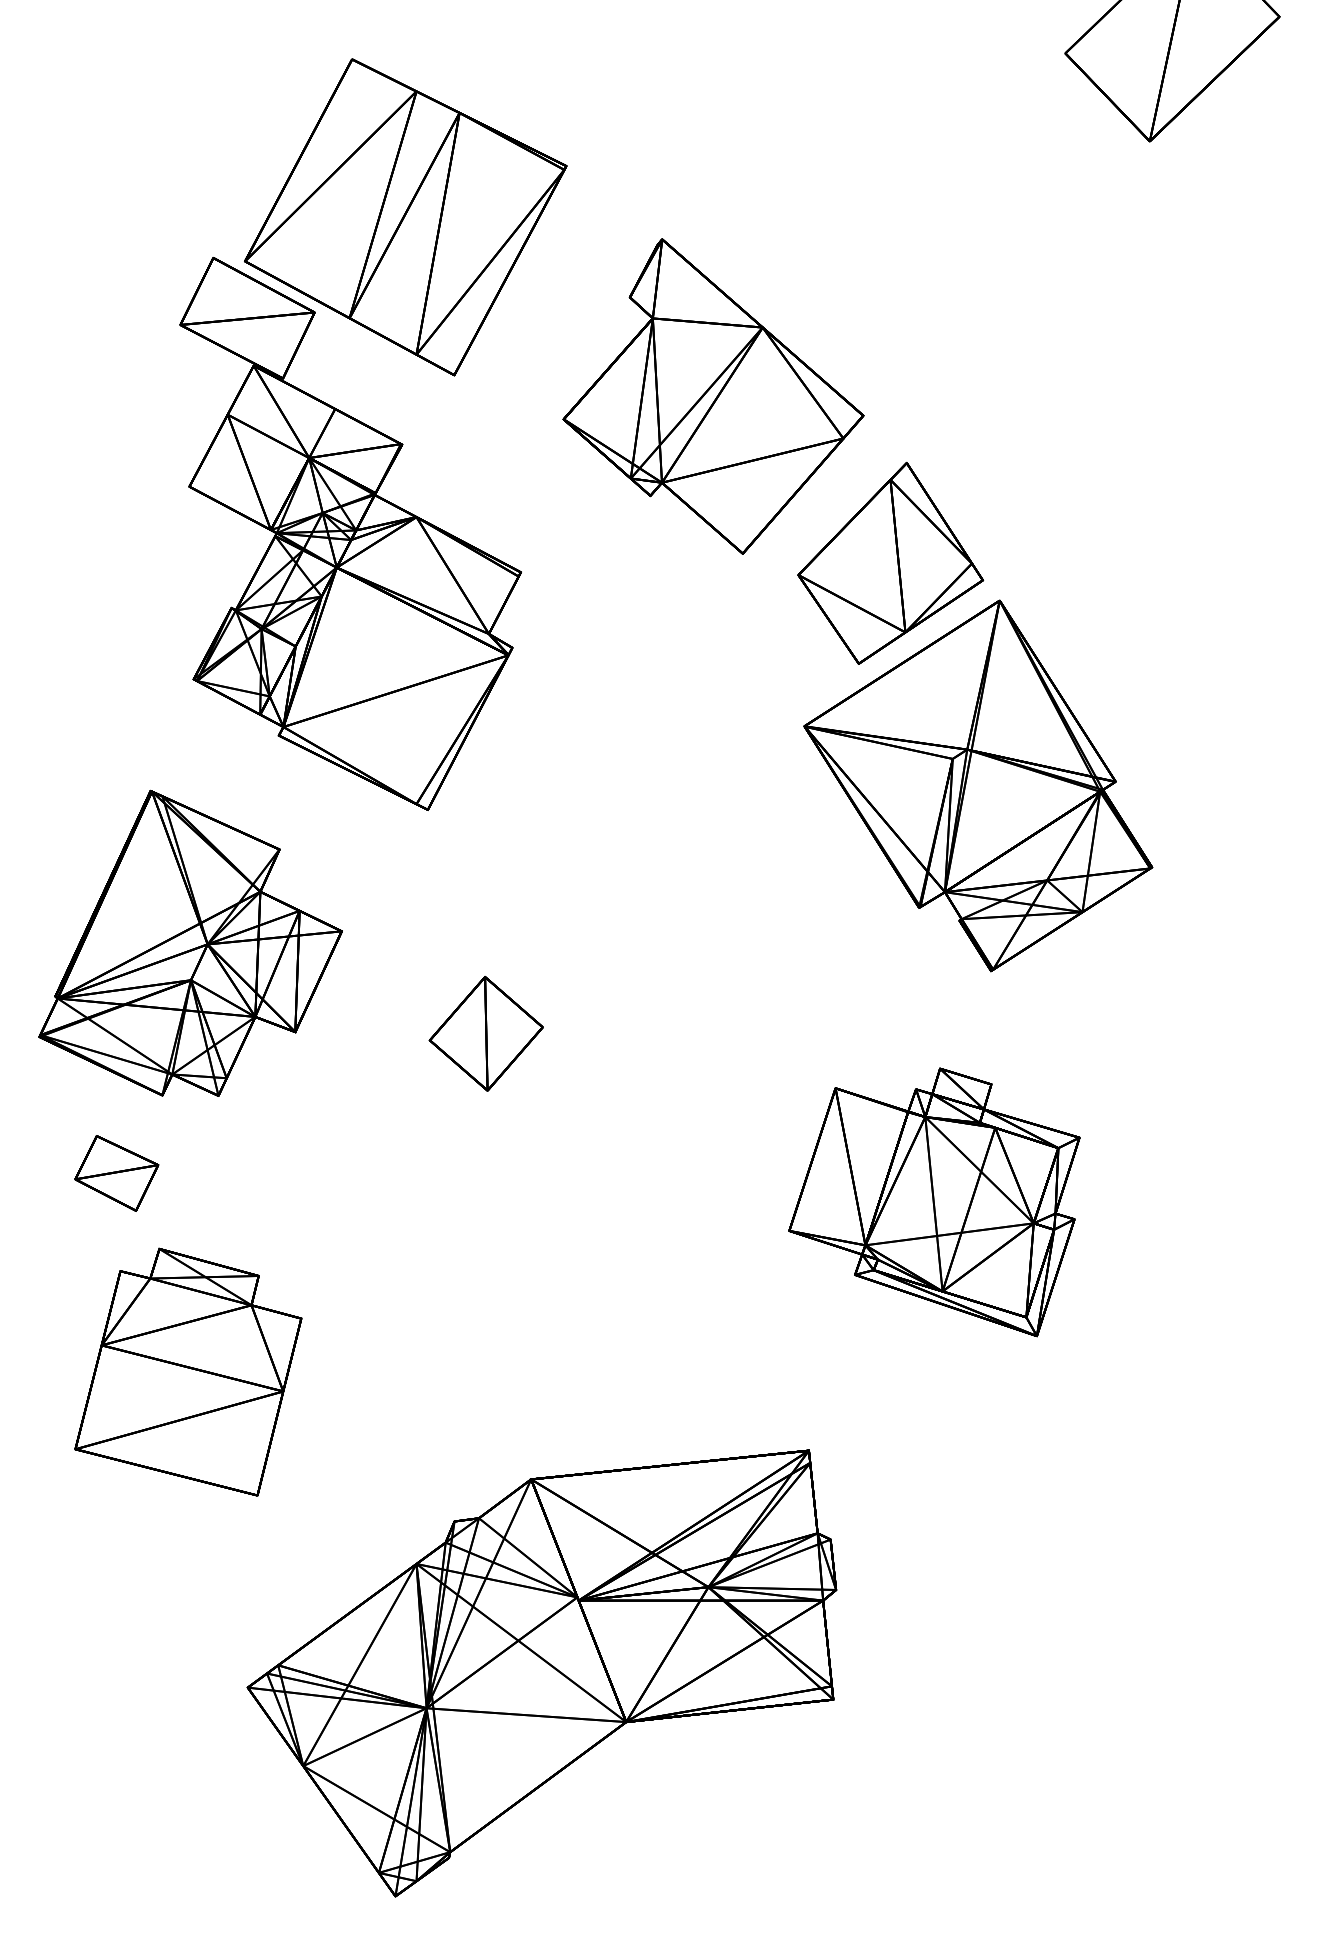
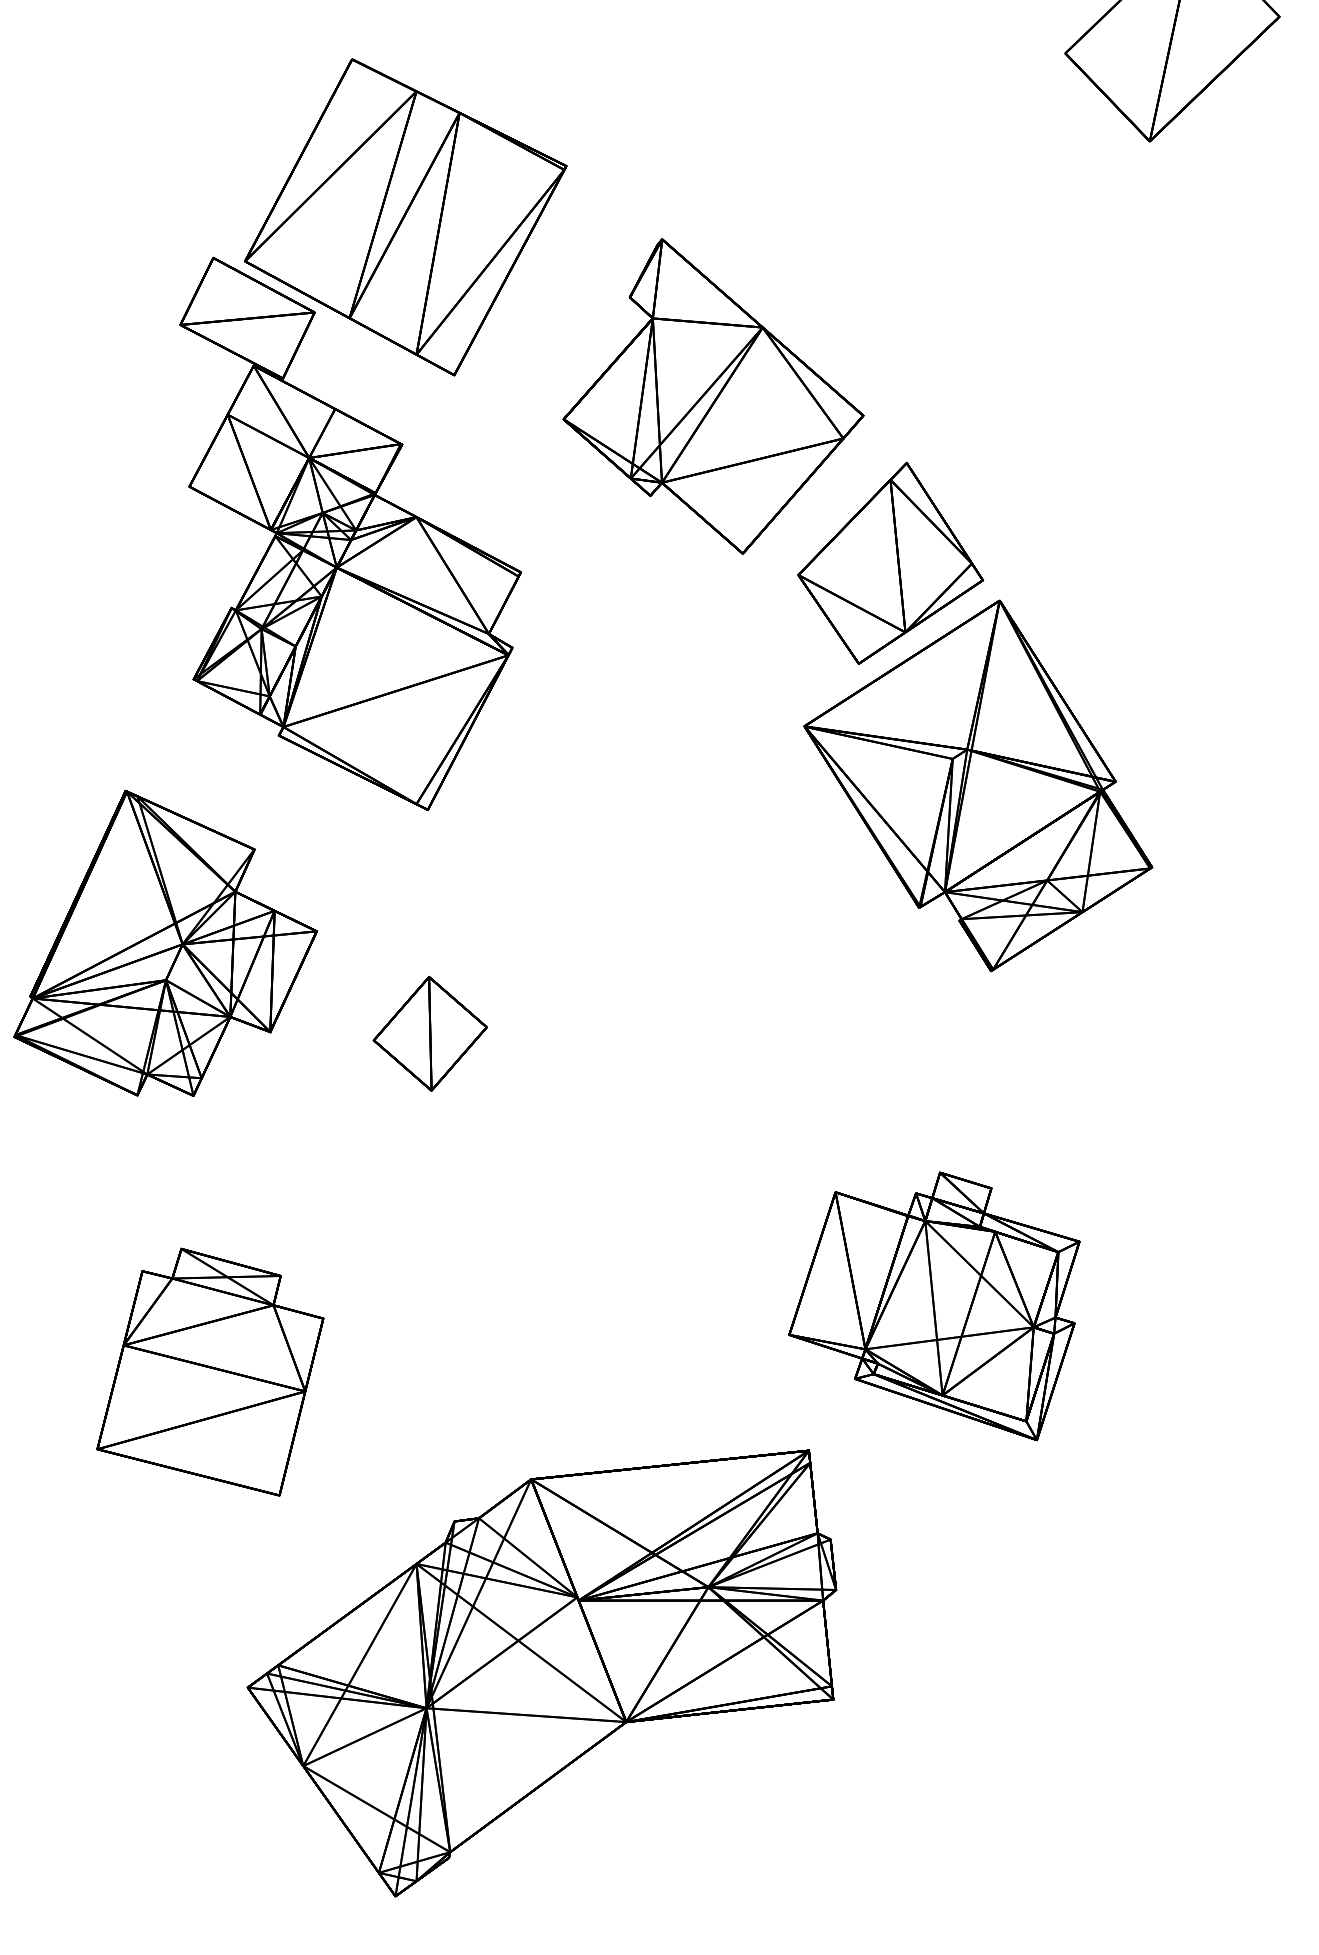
part at (190, 942) position: (190, 942) -> (165, 942)
part at (485, 1033) position: (485, 1033) -> (429, 1033)
part at (116, 1173): present -> none
part at (934, 1202) position: (934, 1202) -> (934, 1306)
part at (188, 1371) position: (188, 1371) -> (210, 1371)
